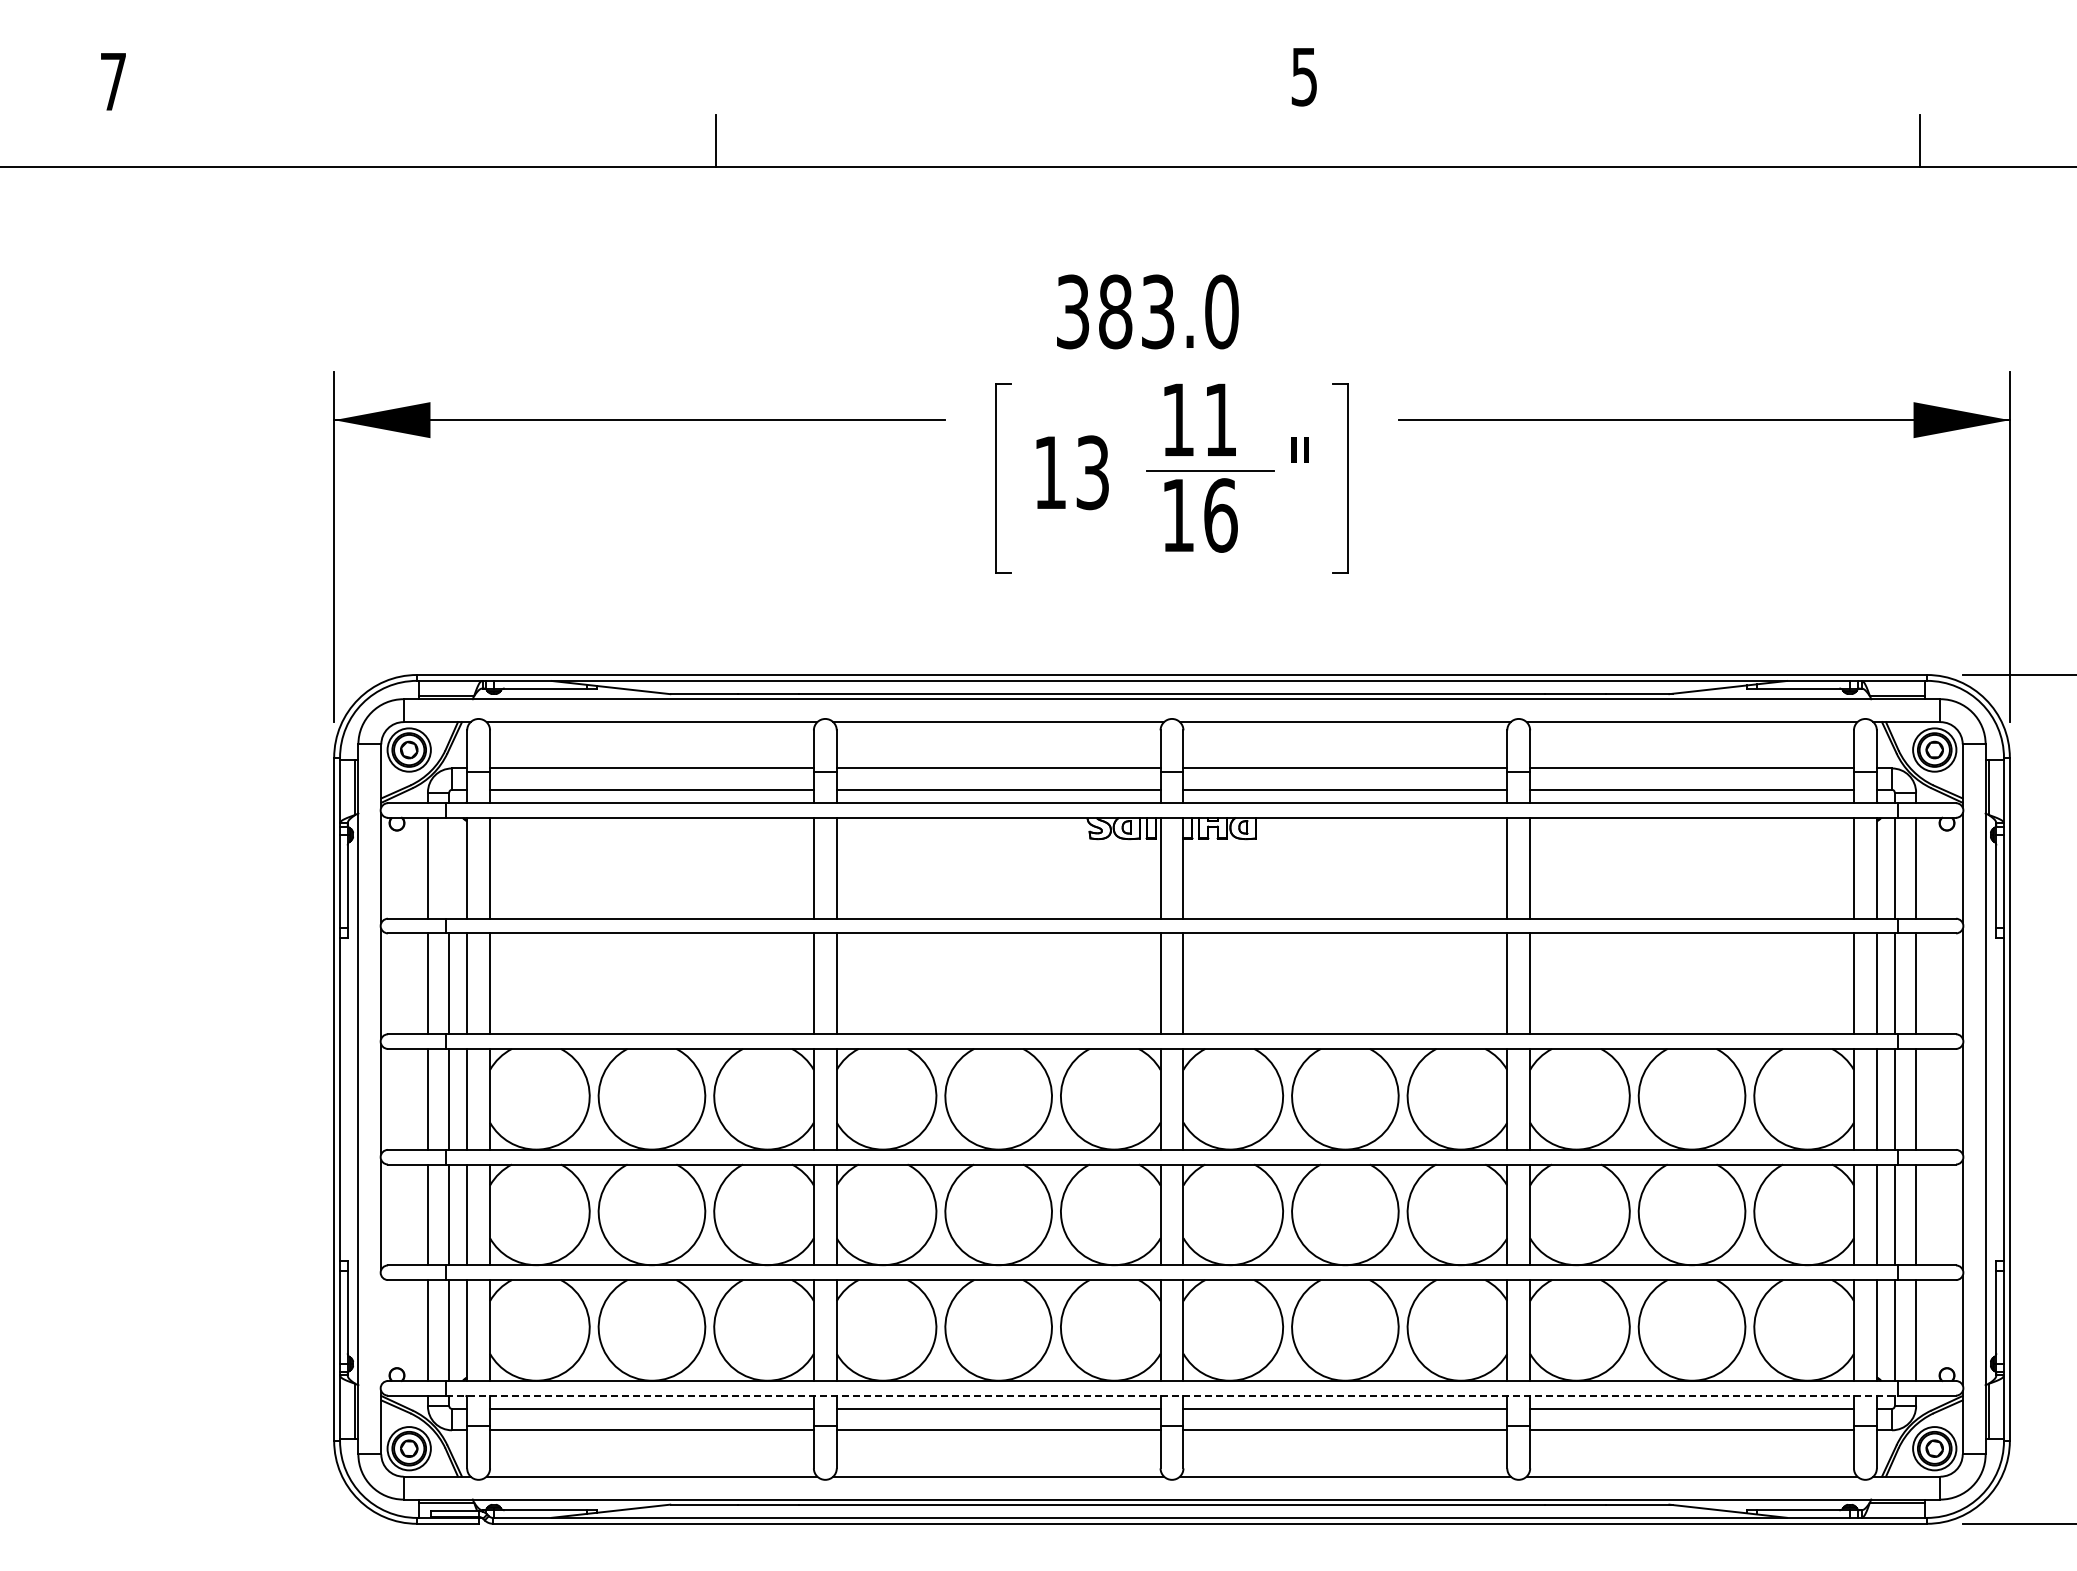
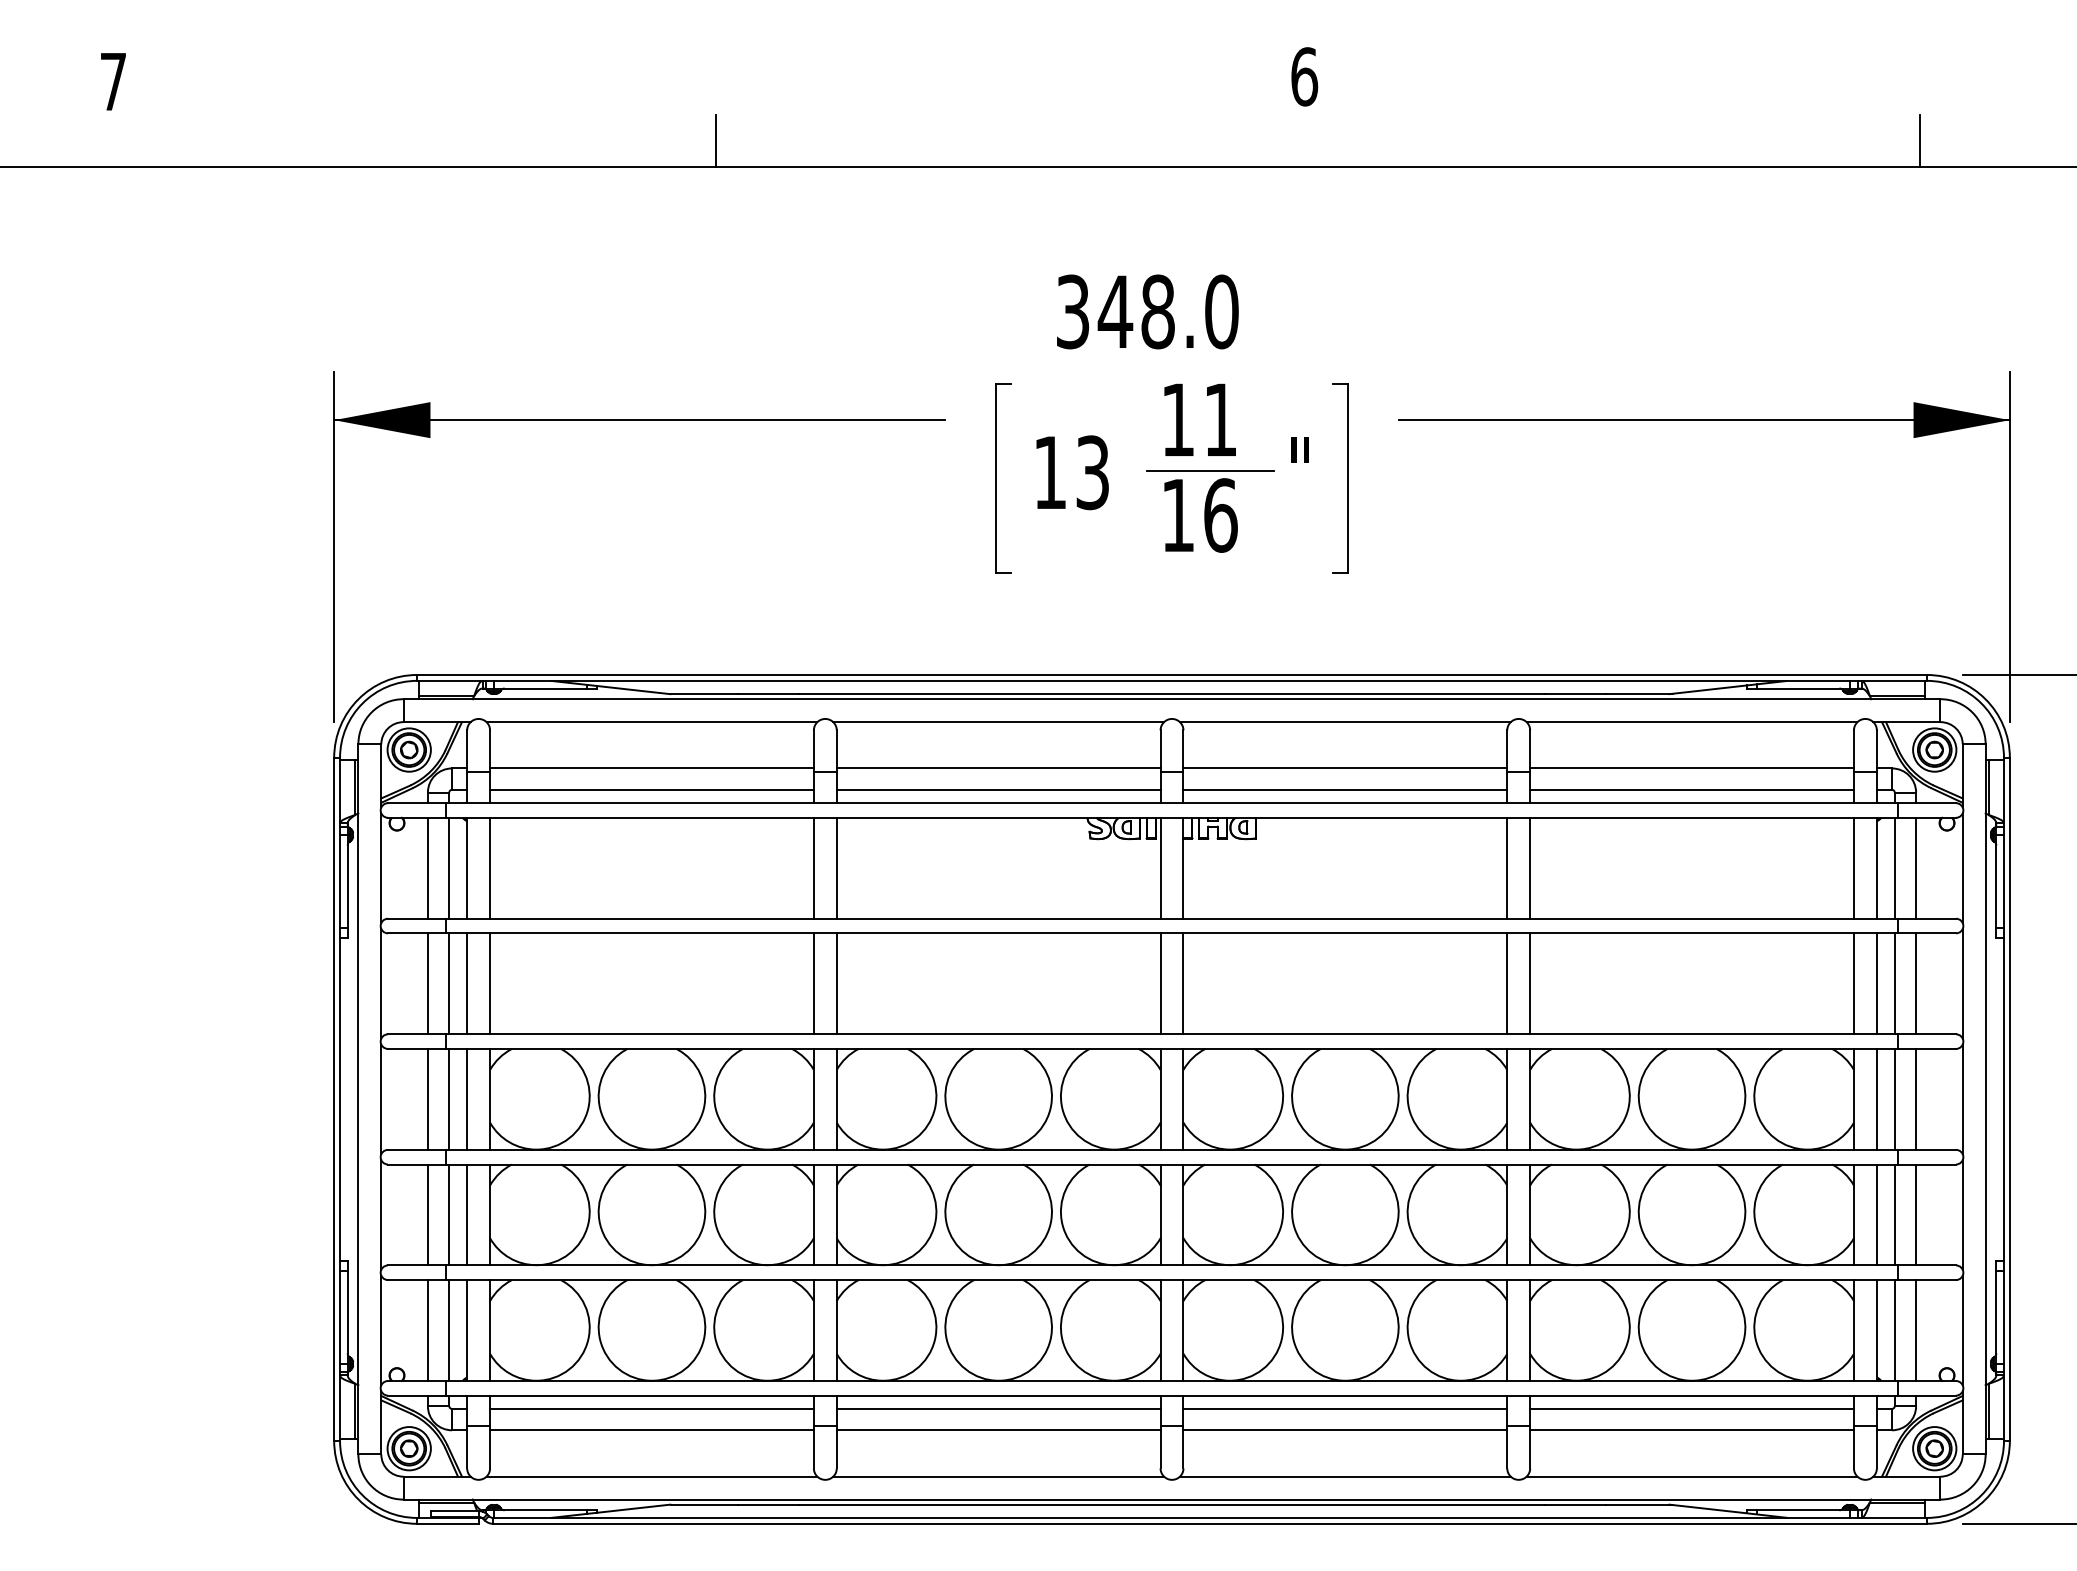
text at (1304, 76): 5 -> 6
text at (1135, 311): 383.0 -> 348.0
line at (449, 867): none -> present
line at (381, 1330): none -> present
line at (1172, 1395): dashed -> solid
